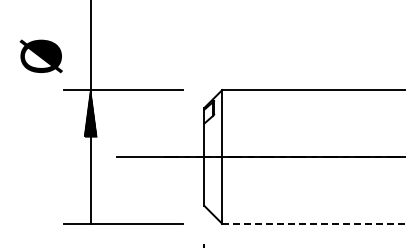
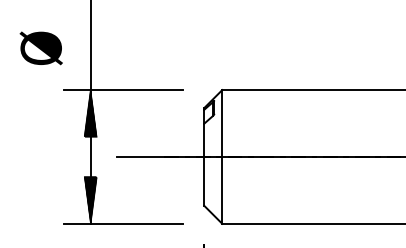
text at (40, 56) position: (40, 56) -> (40, 48)
hatch at (90, 200): none -> present
line at (314, 223): dashed -> solid
